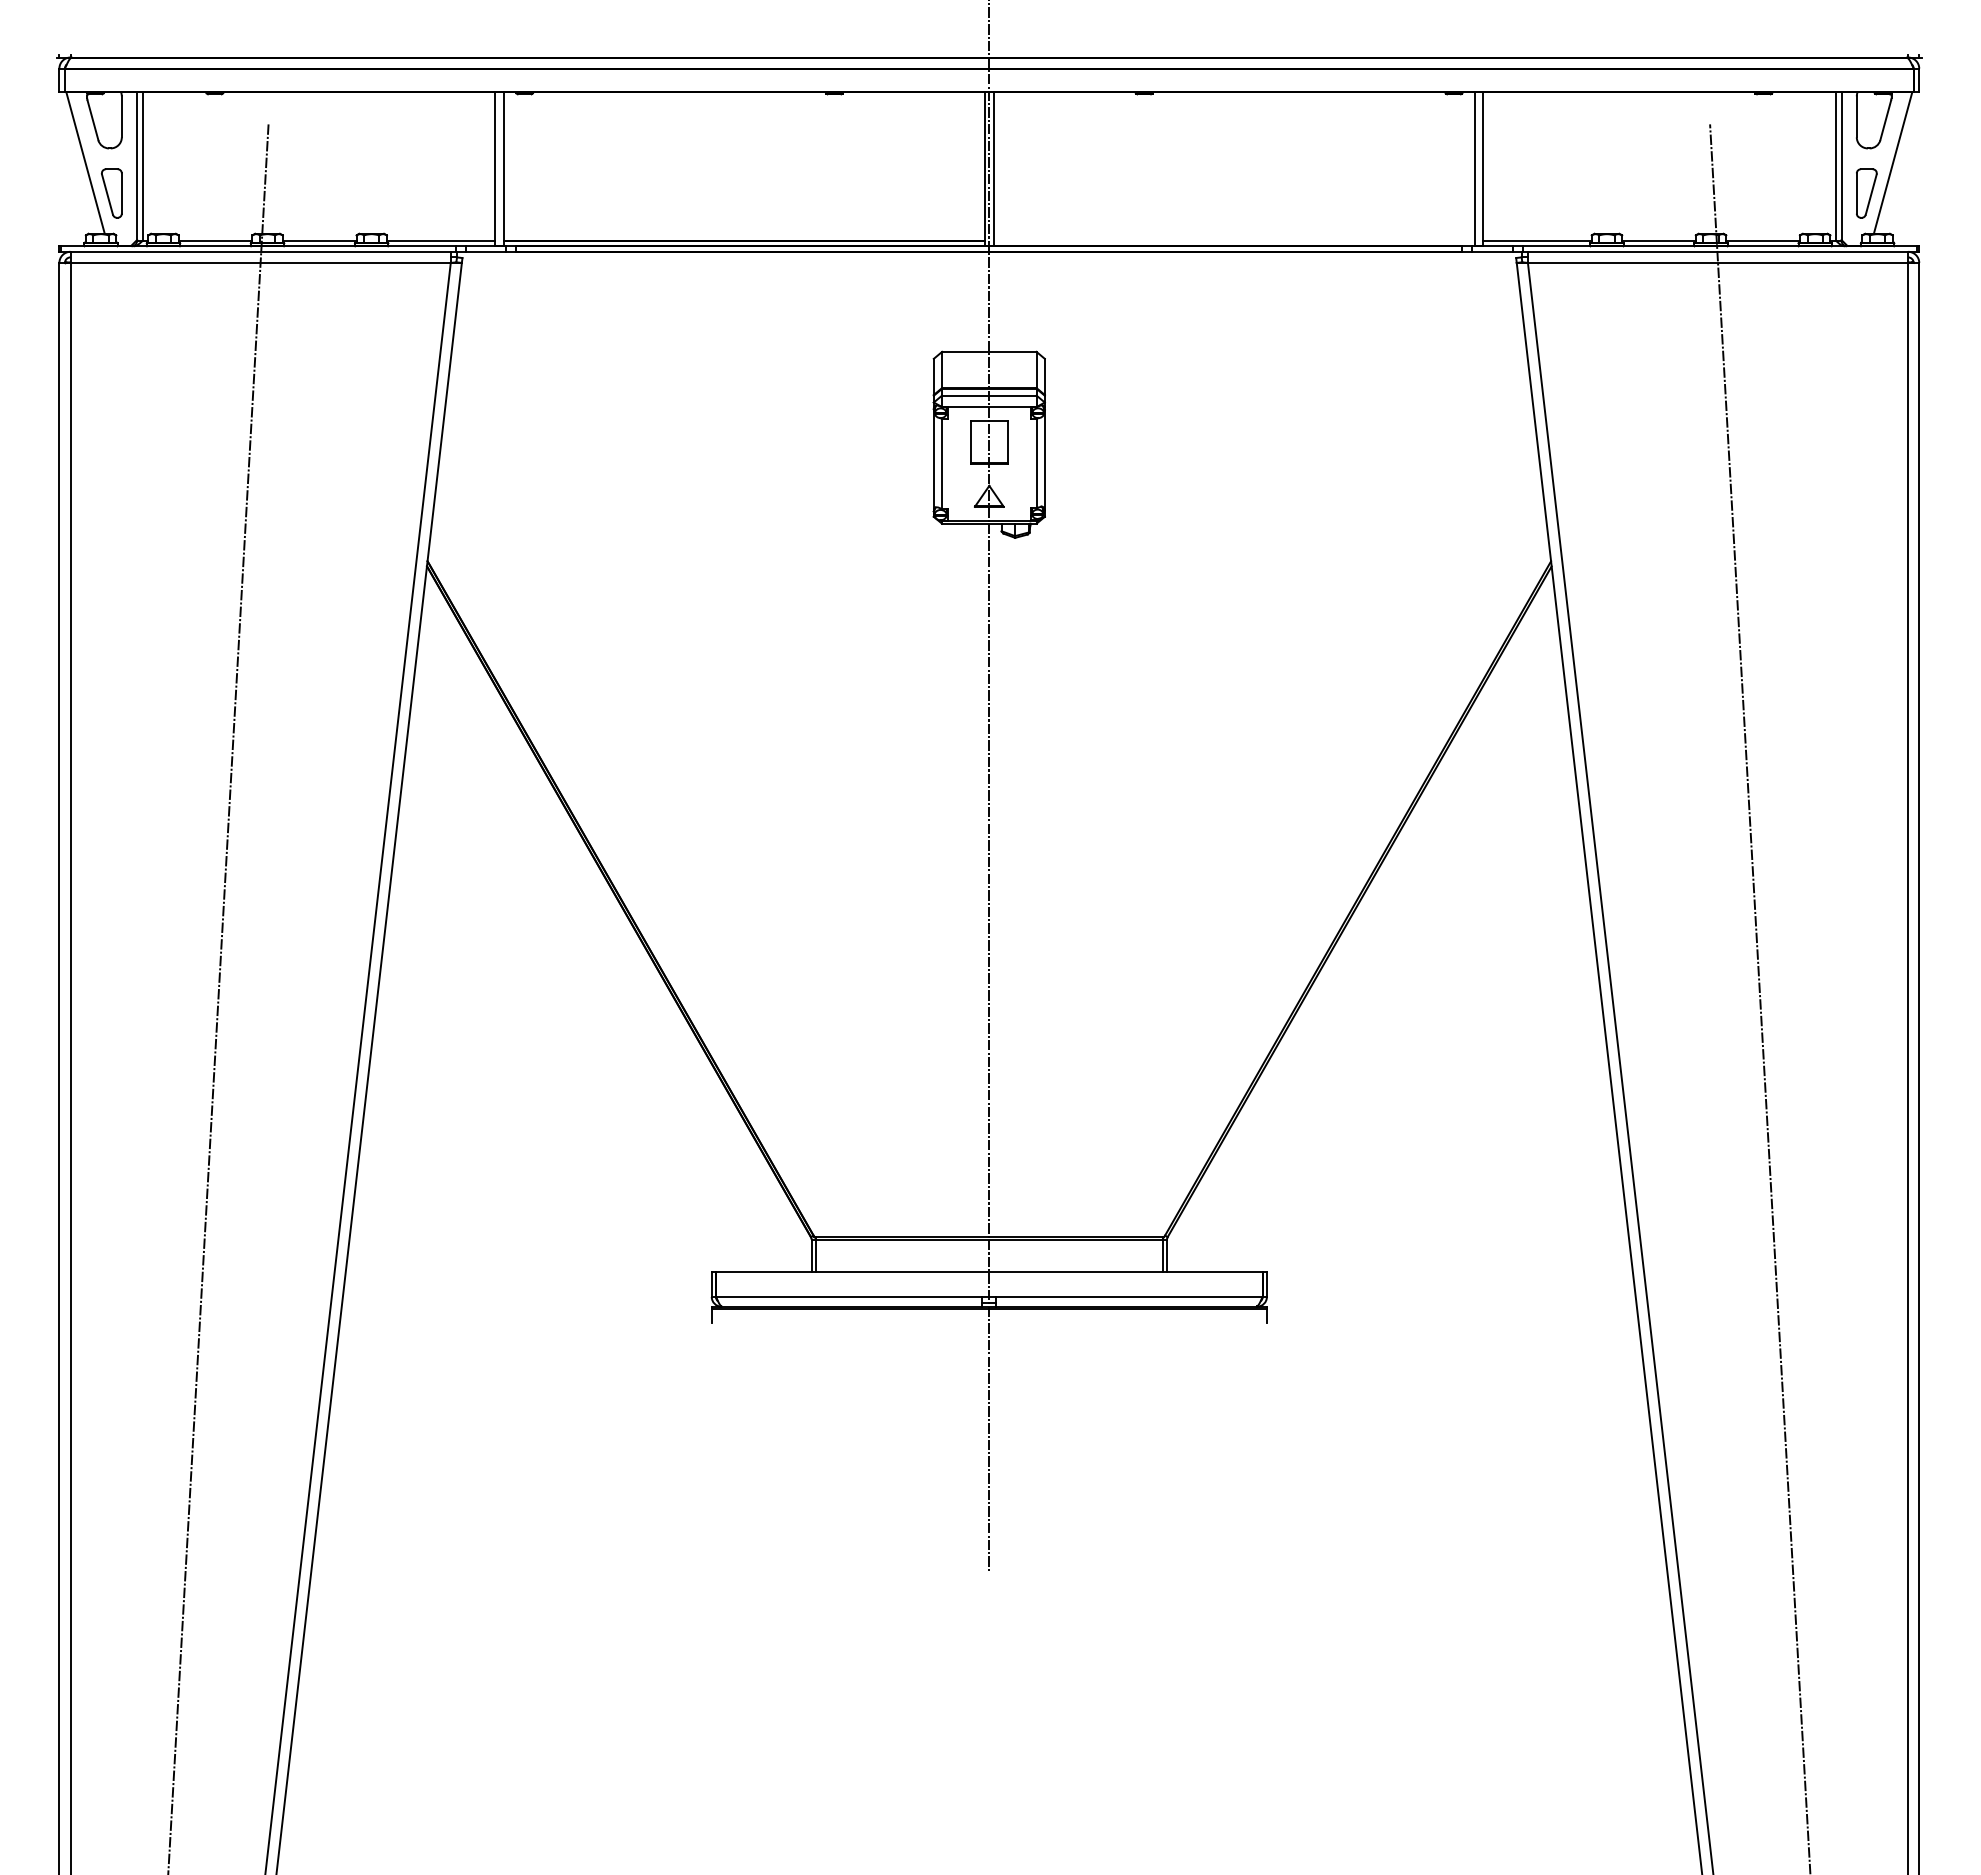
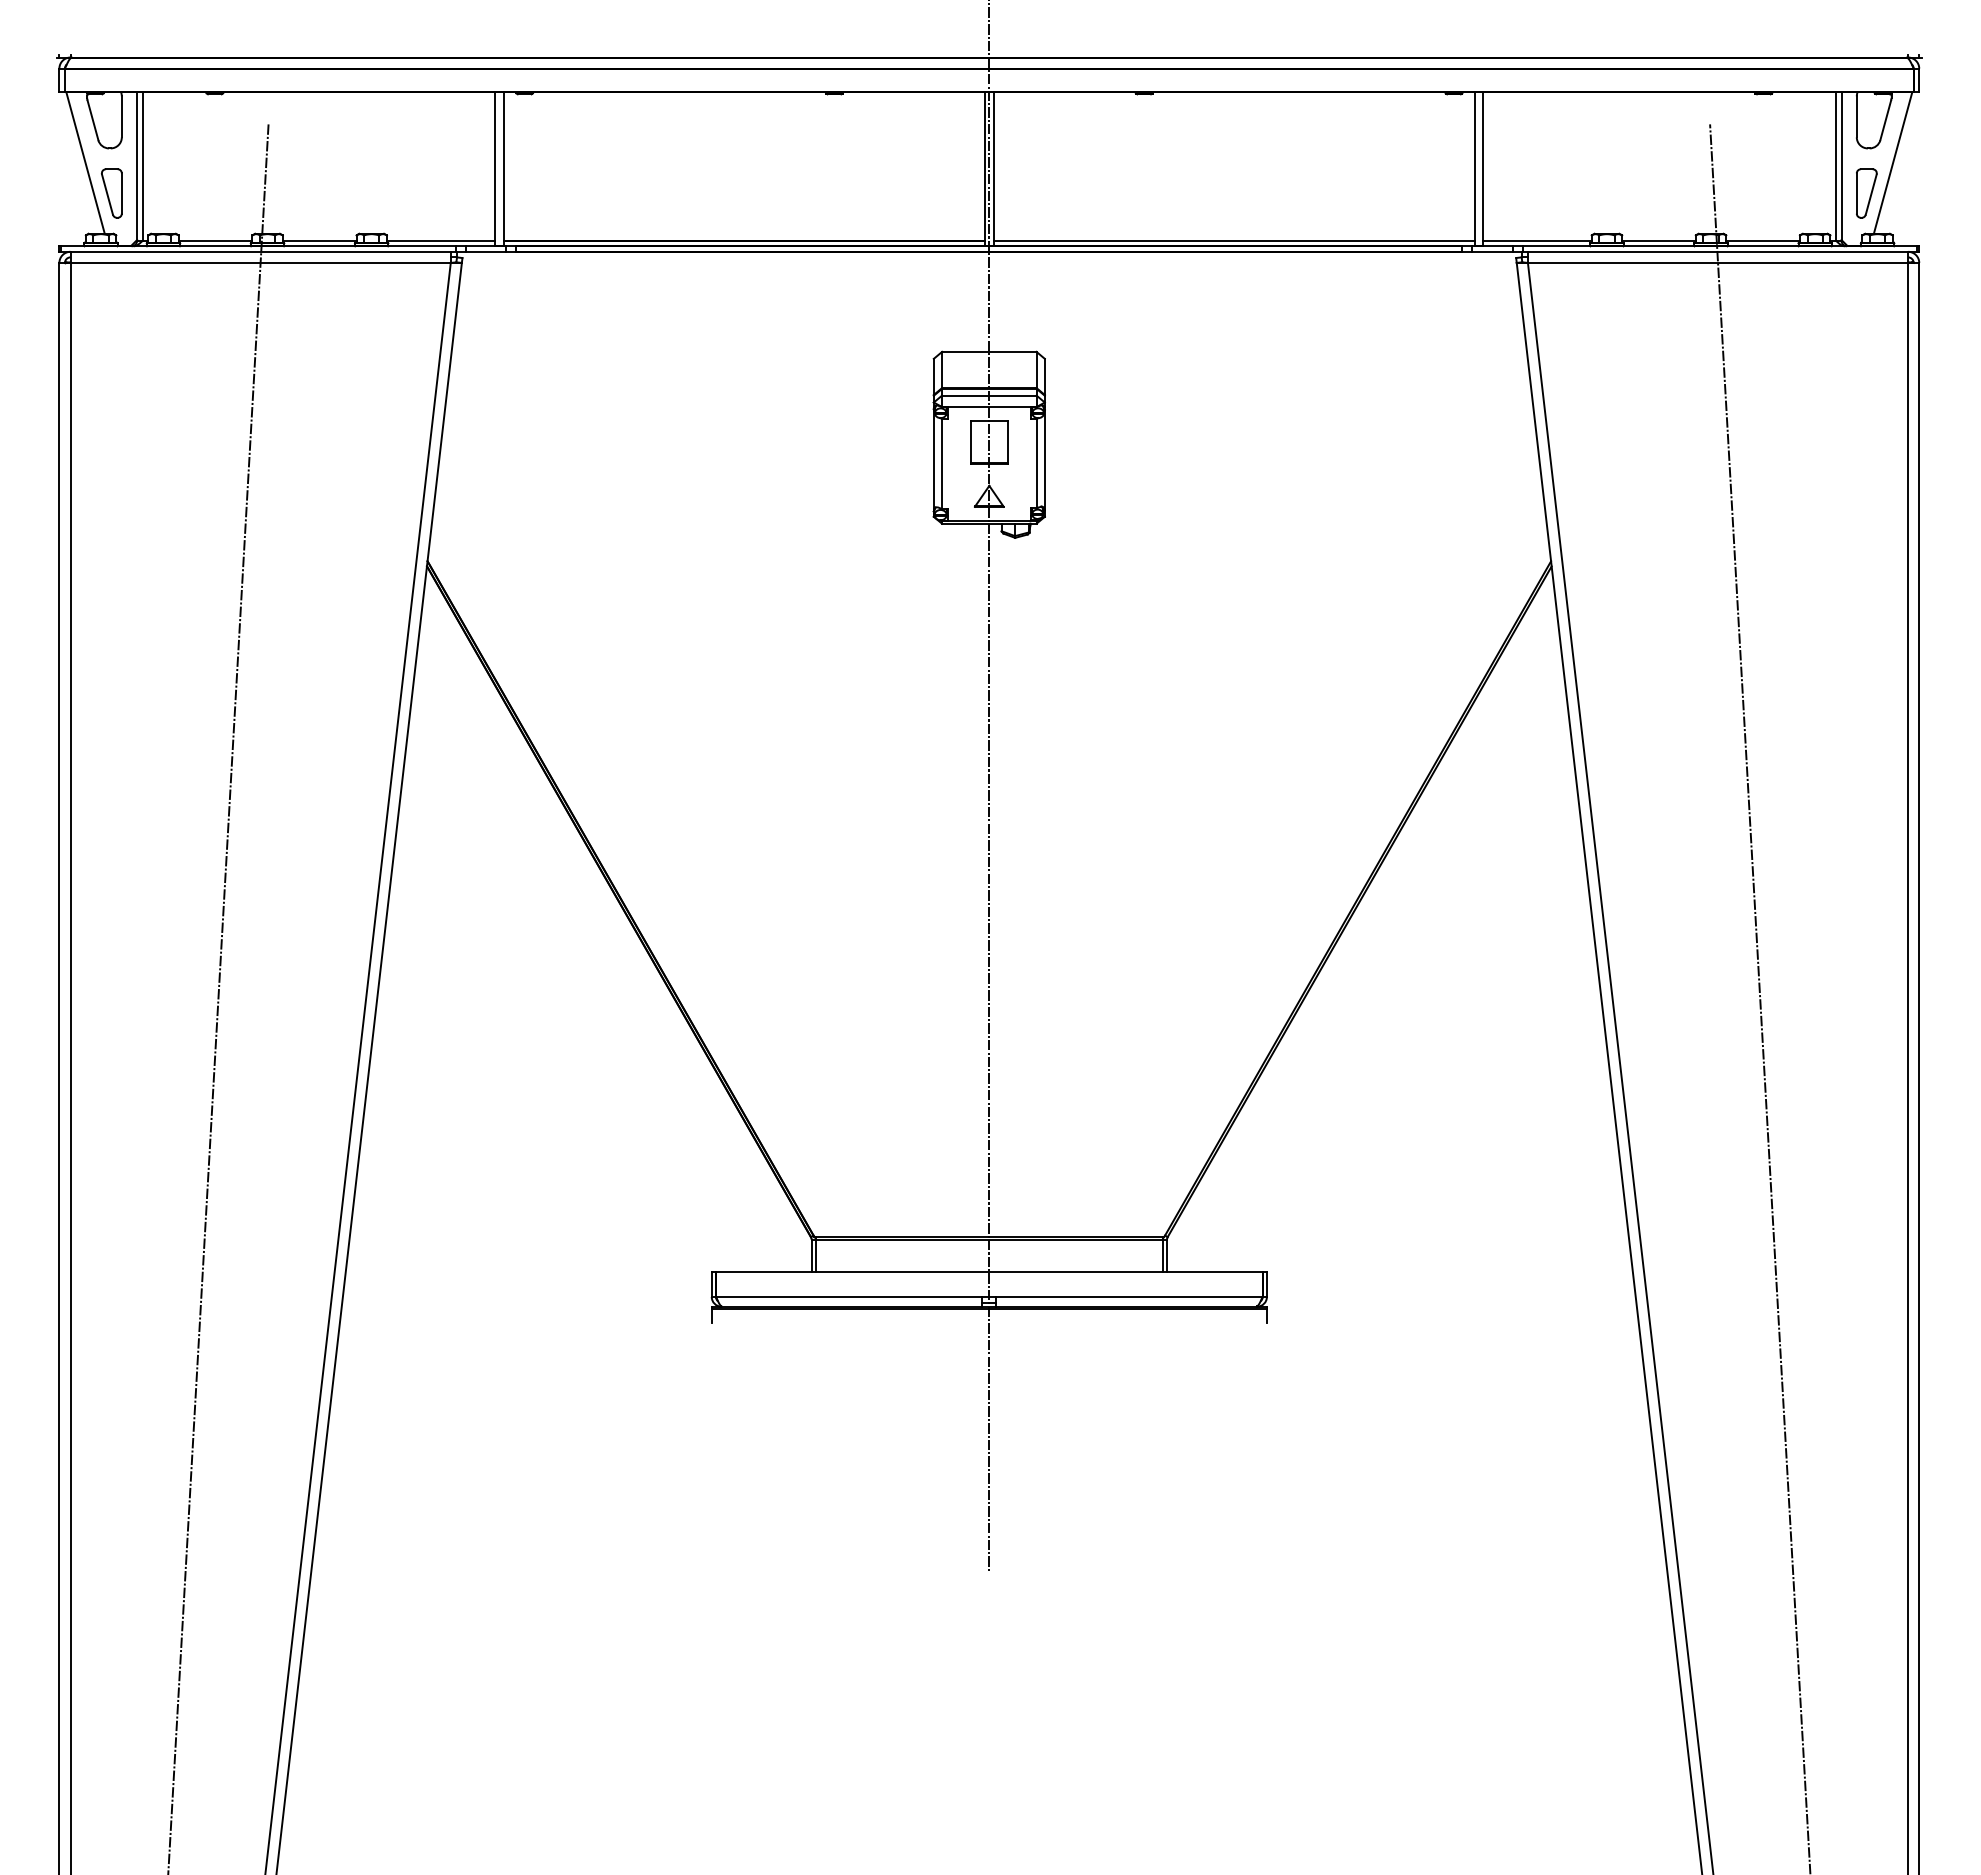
line at (1234, 240): none -> present
